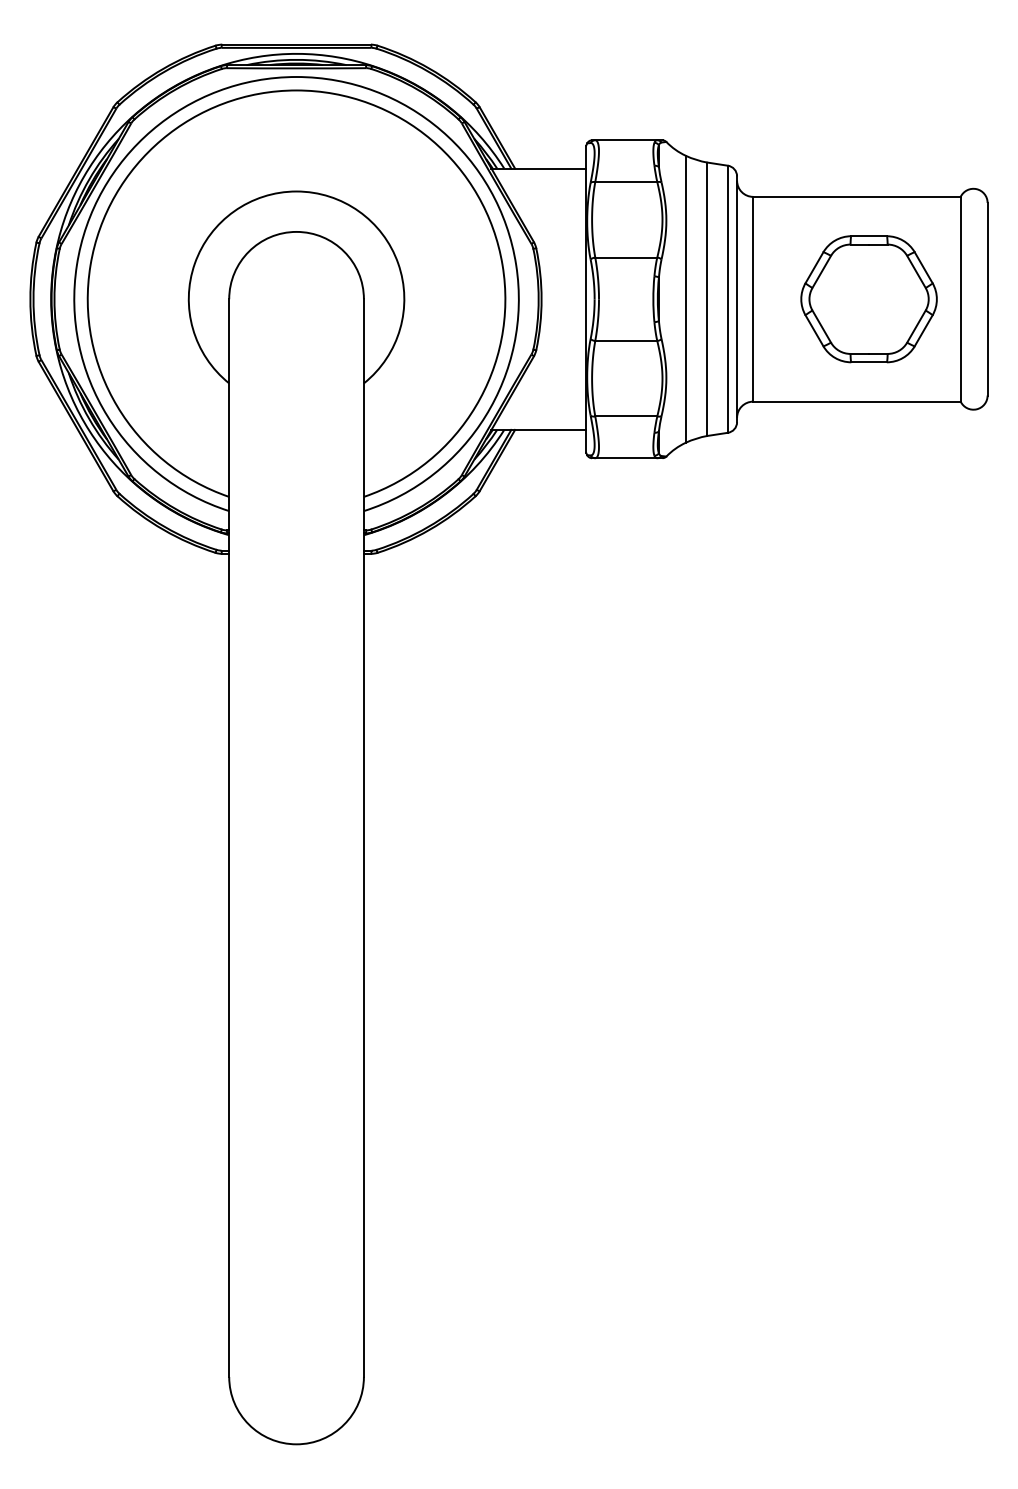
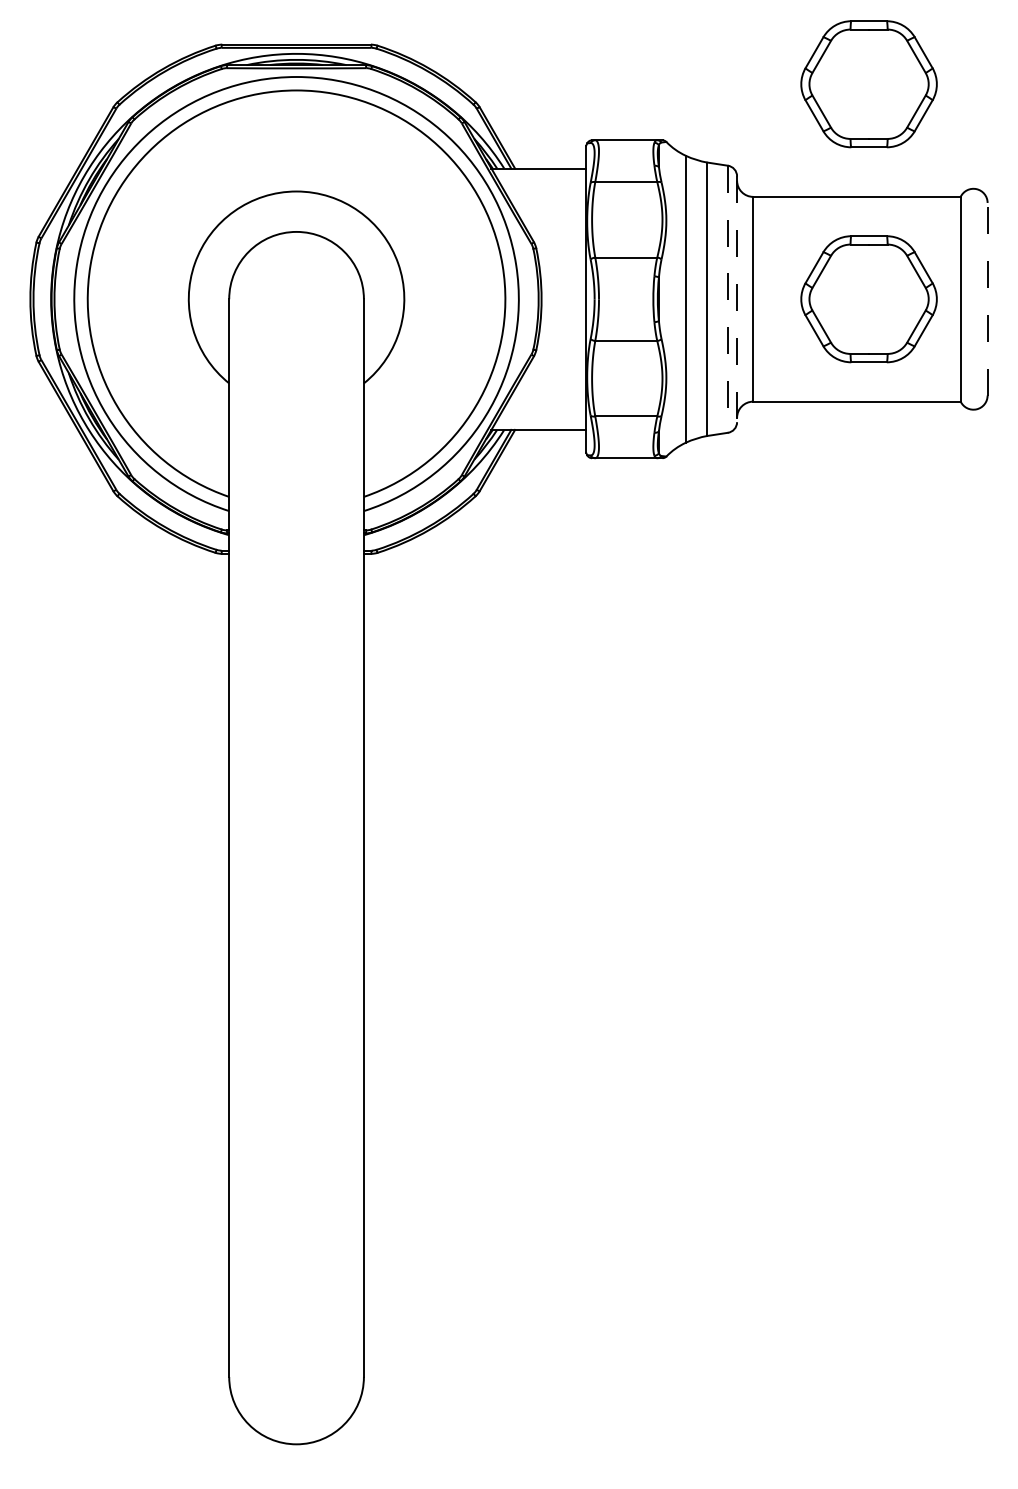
part at (868, 84): none -> present
line at (987, 298): solid -> dashed
line at (727, 299): solid -> dashed
line at (737, 299): solid -> dashed
